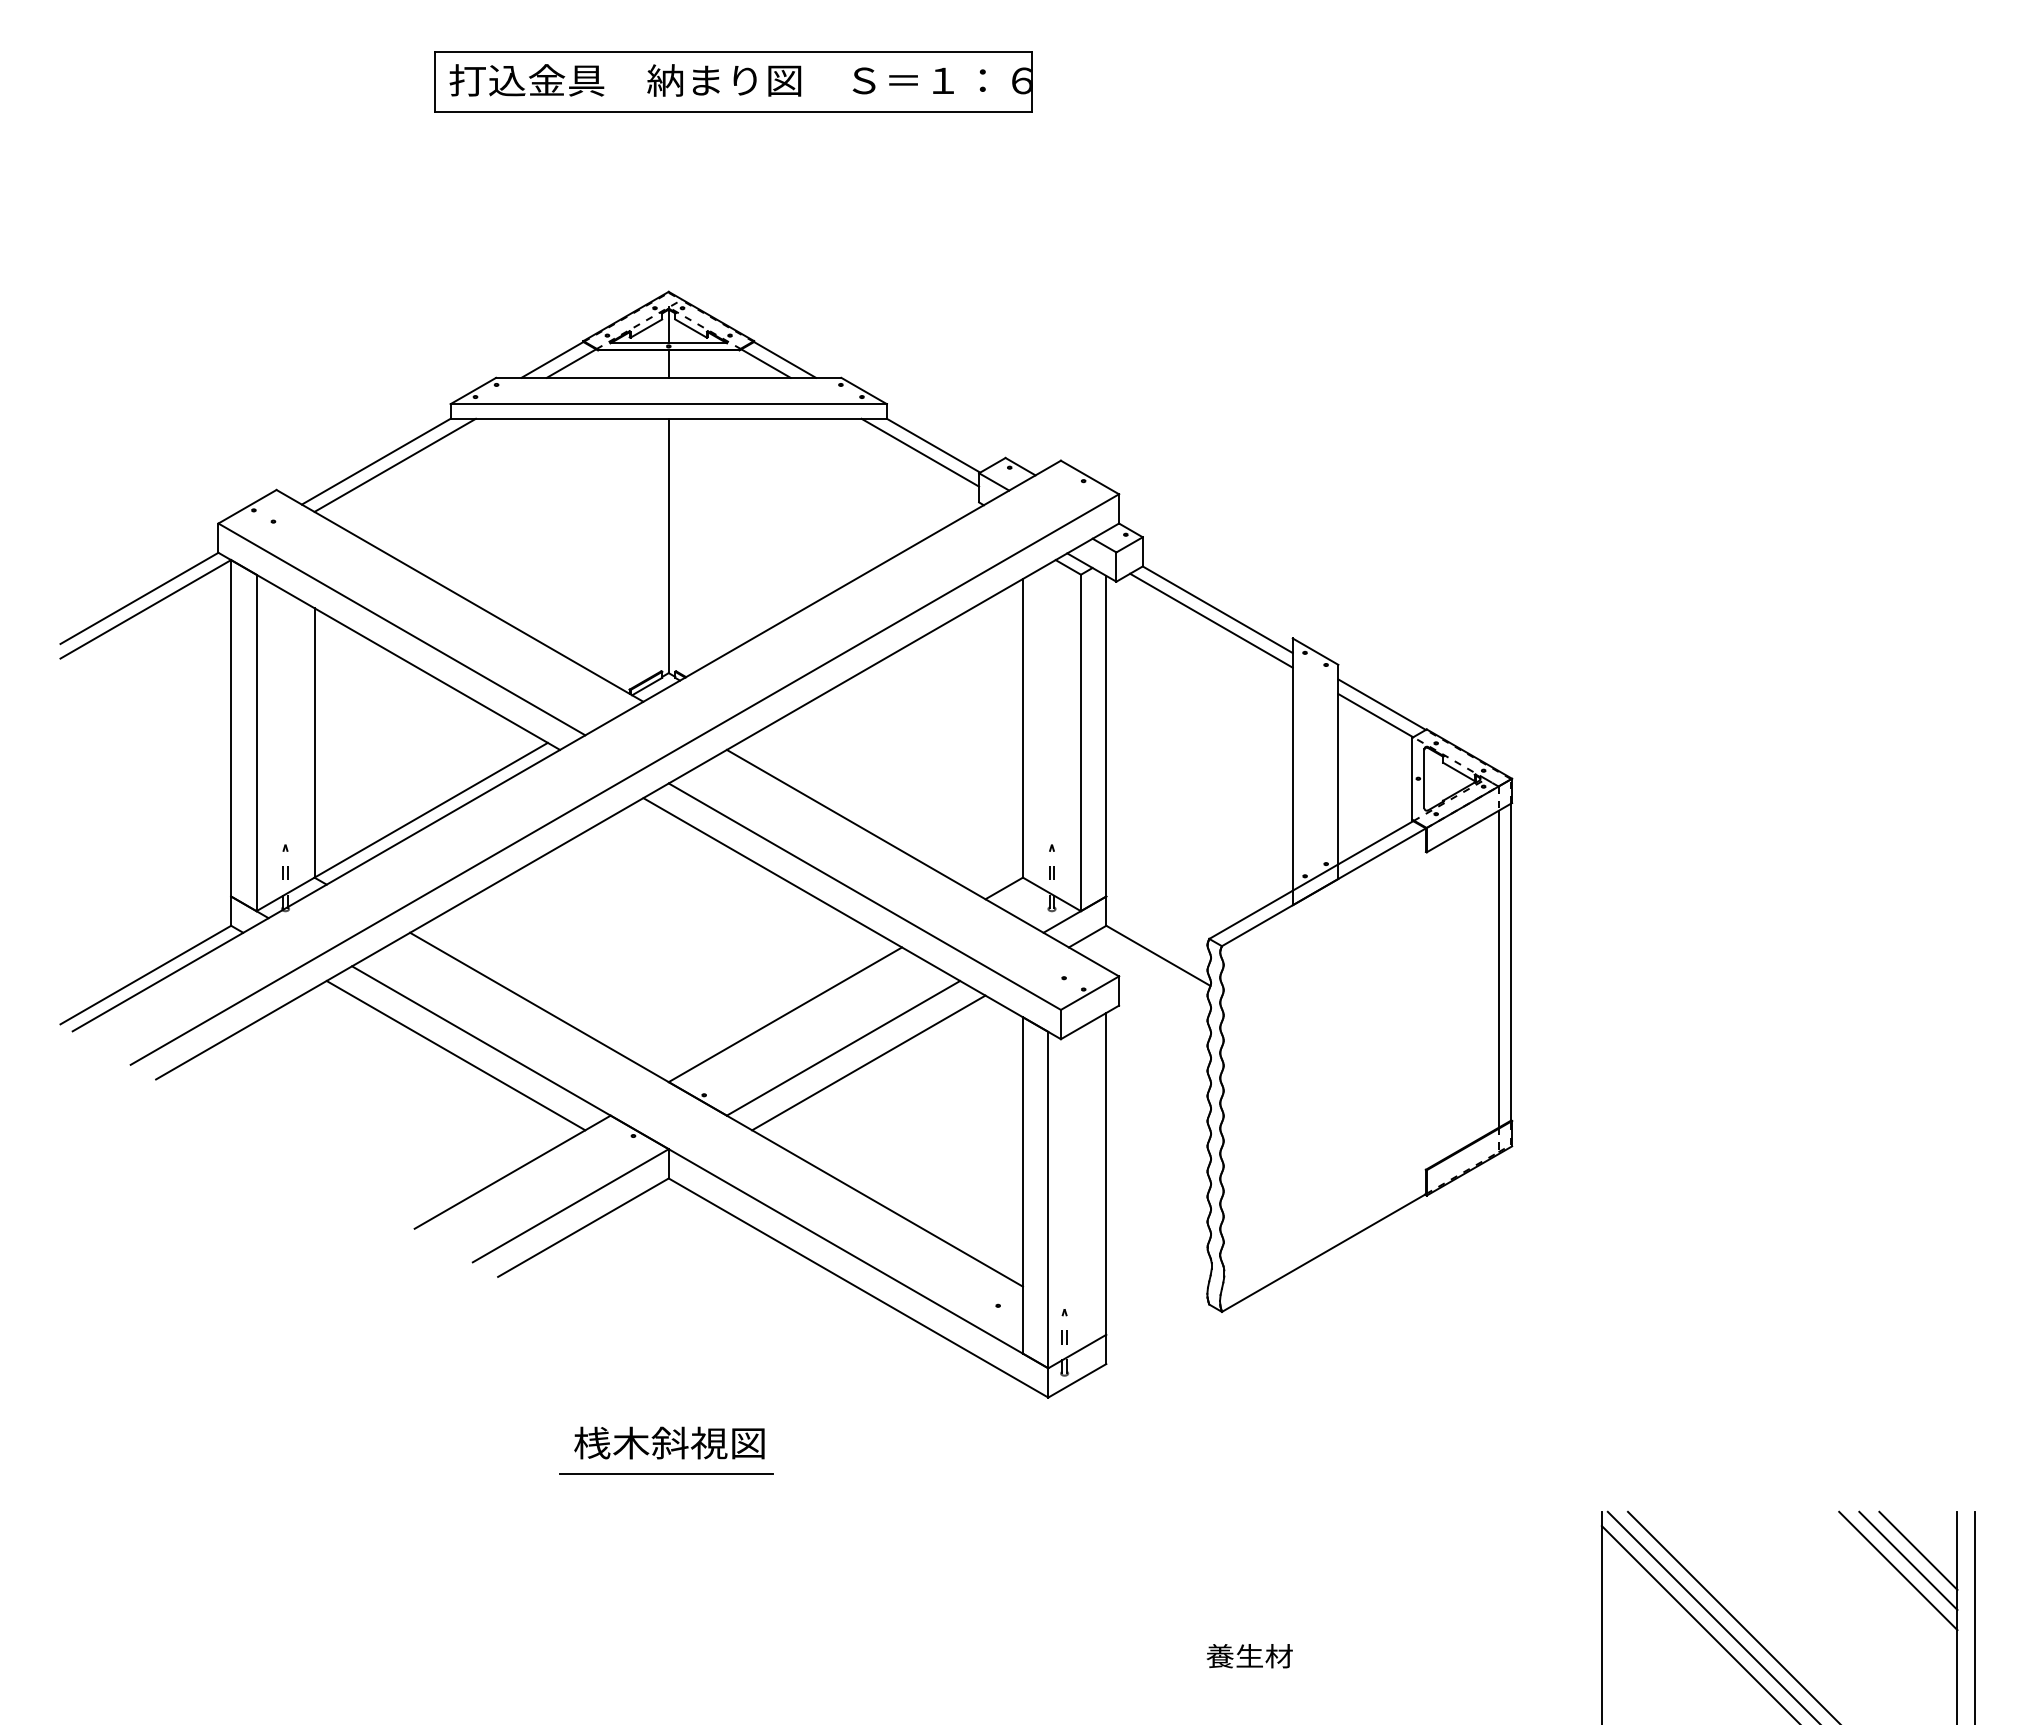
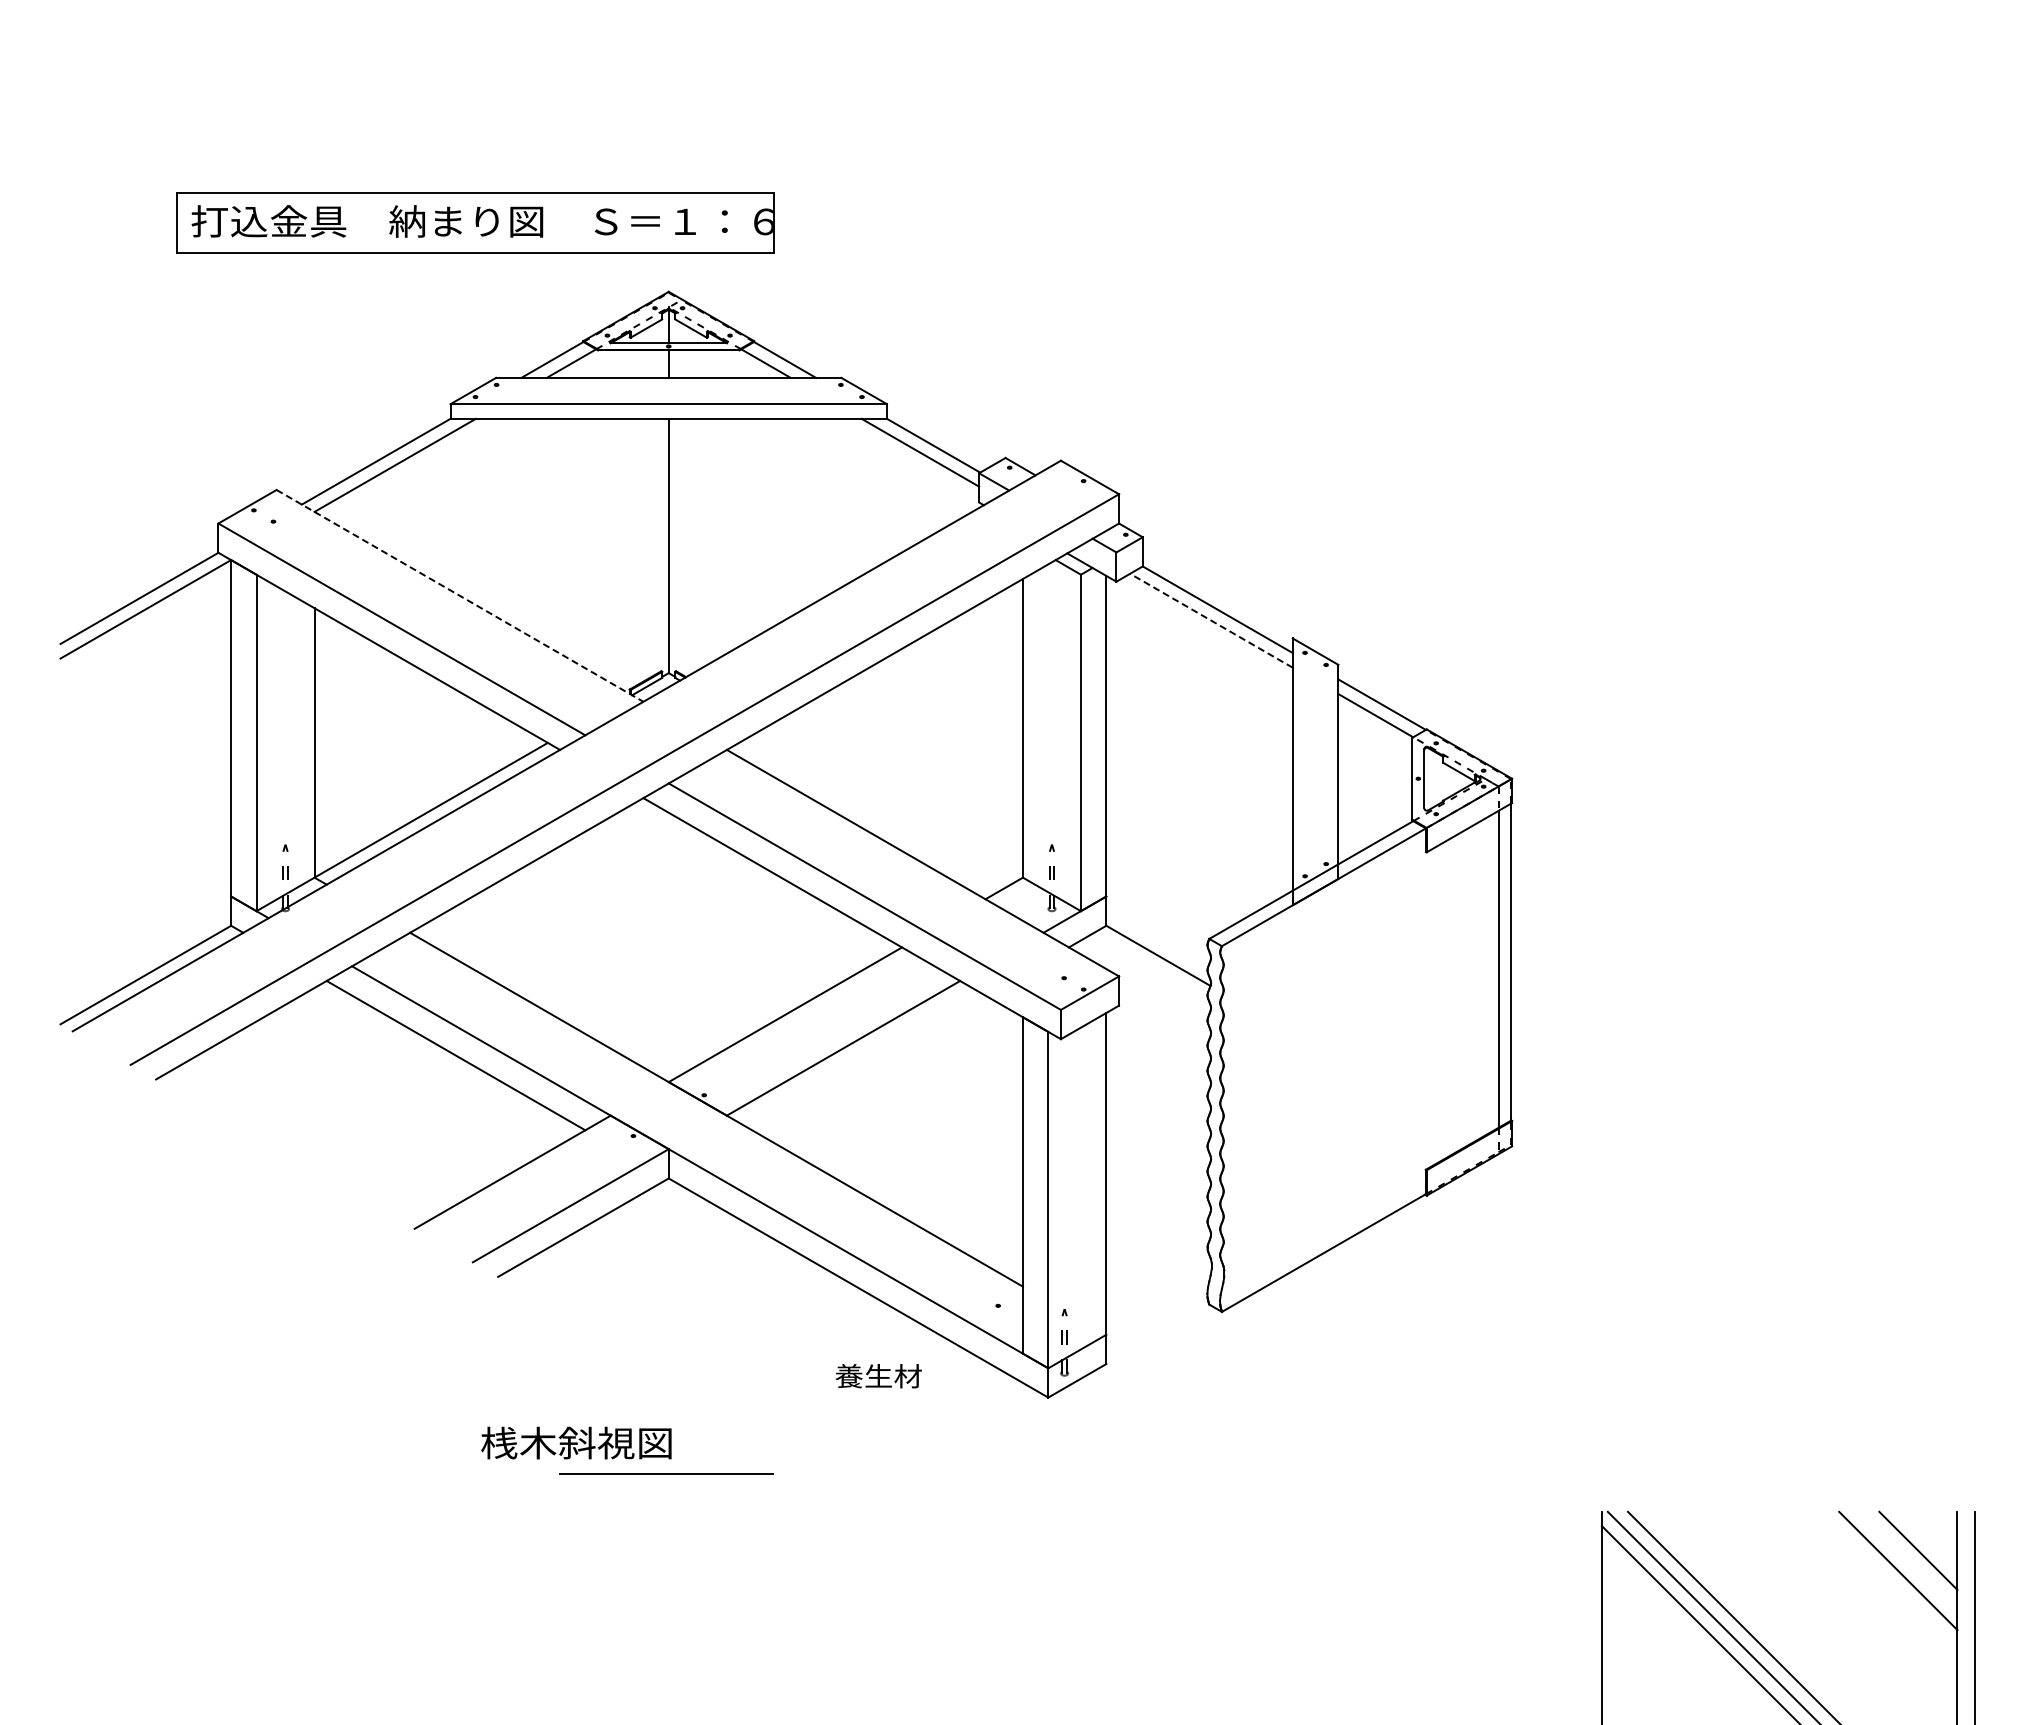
part at (733, 81) position: (733, 81) -> (475, 222)
line at (459, 595): solid -> dashed
line at (1211, 620): solid -> dashed
line at (868, 1062): present -> none
text at (669, 1442) position: (669, 1442) -> (576, 1442)
line at (1908, 1560): present -> none
text at (1249, 1656) position: (1249, 1656) -> (878, 1376)
